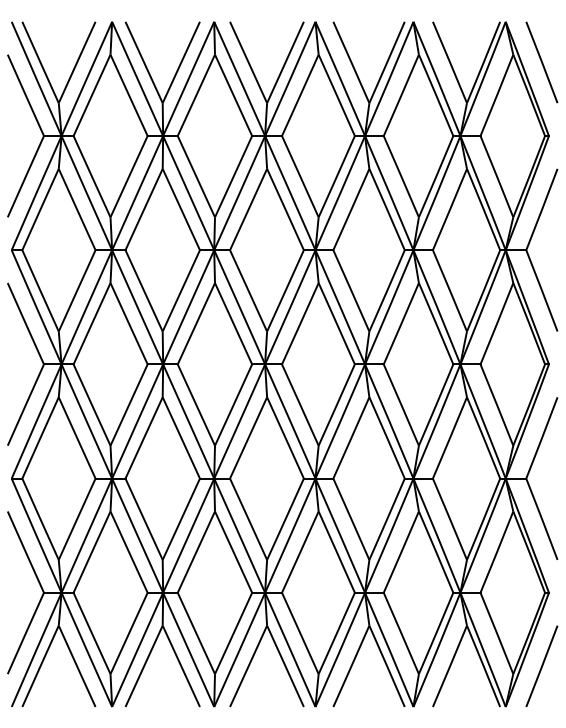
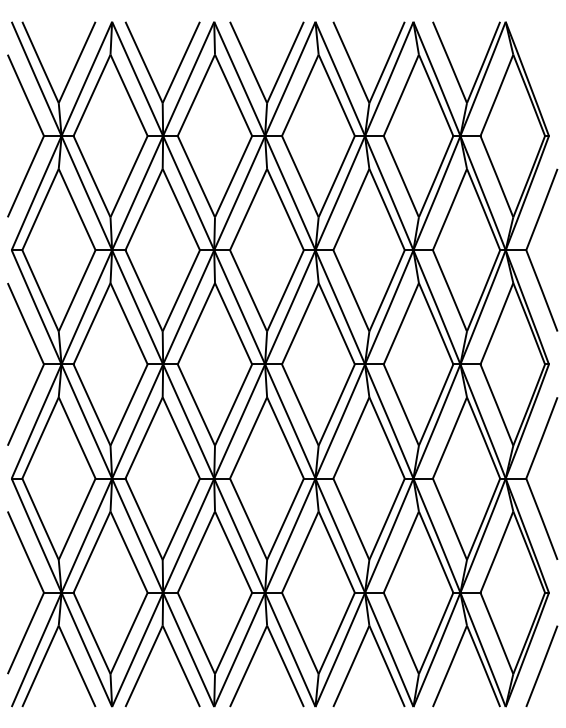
line at (541, 62): present -> none
